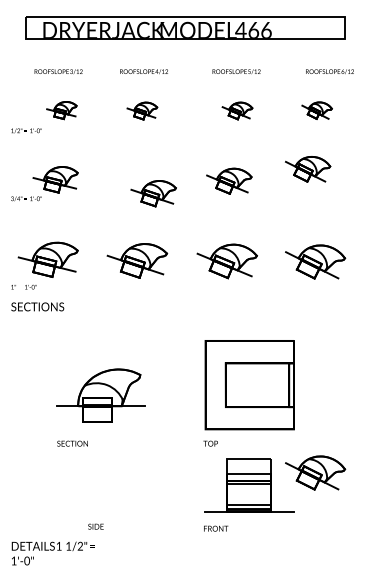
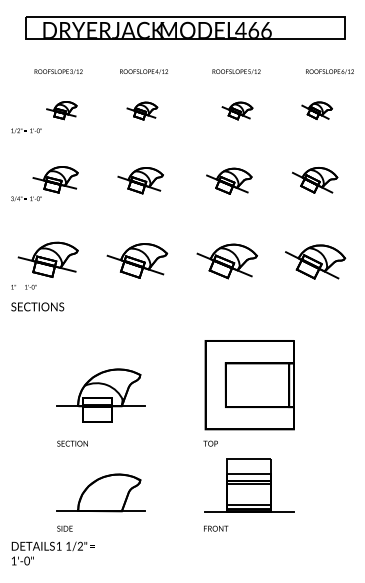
part at (308, 169) position: (308, 169) -> (315, 180)
part at (153, 193) position: (153, 193) -> (140, 180)
part at (315, 472): present -> none
part at (100, 492): none -> present
text at (95, 526) position: (95, 526) -> (64, 528)
